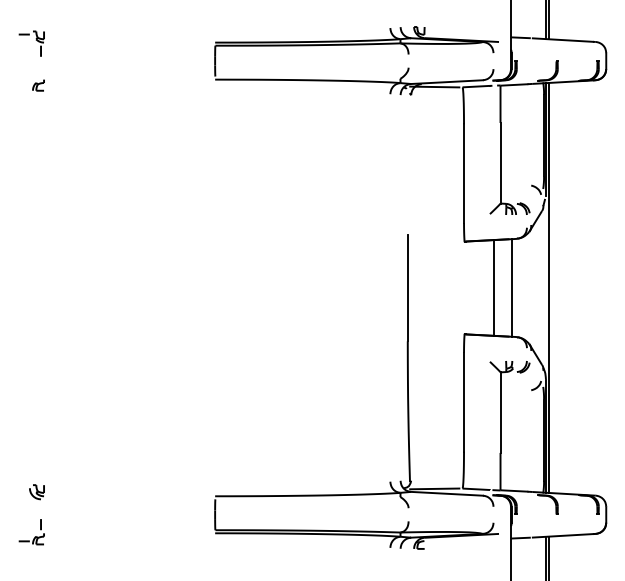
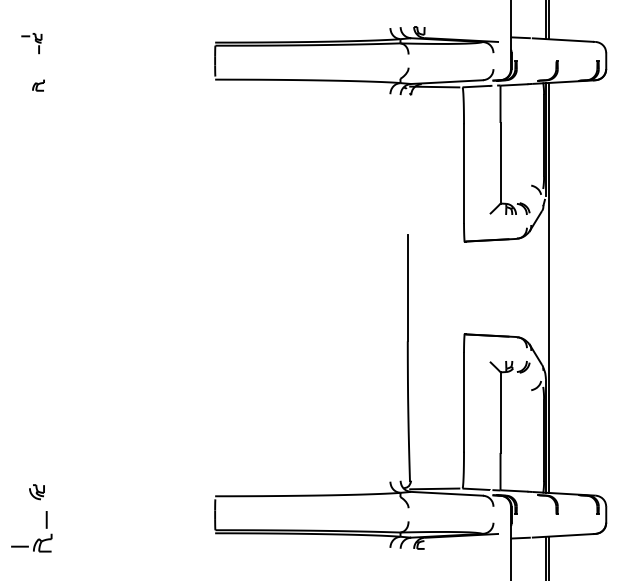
part at (31, 43) size: 27x27 px -> 22x22 px
line at (493, 287): present -> none
line at (512, 287): present -> none
part at (31, 532) size: 27x27 px -> 42x42 px
